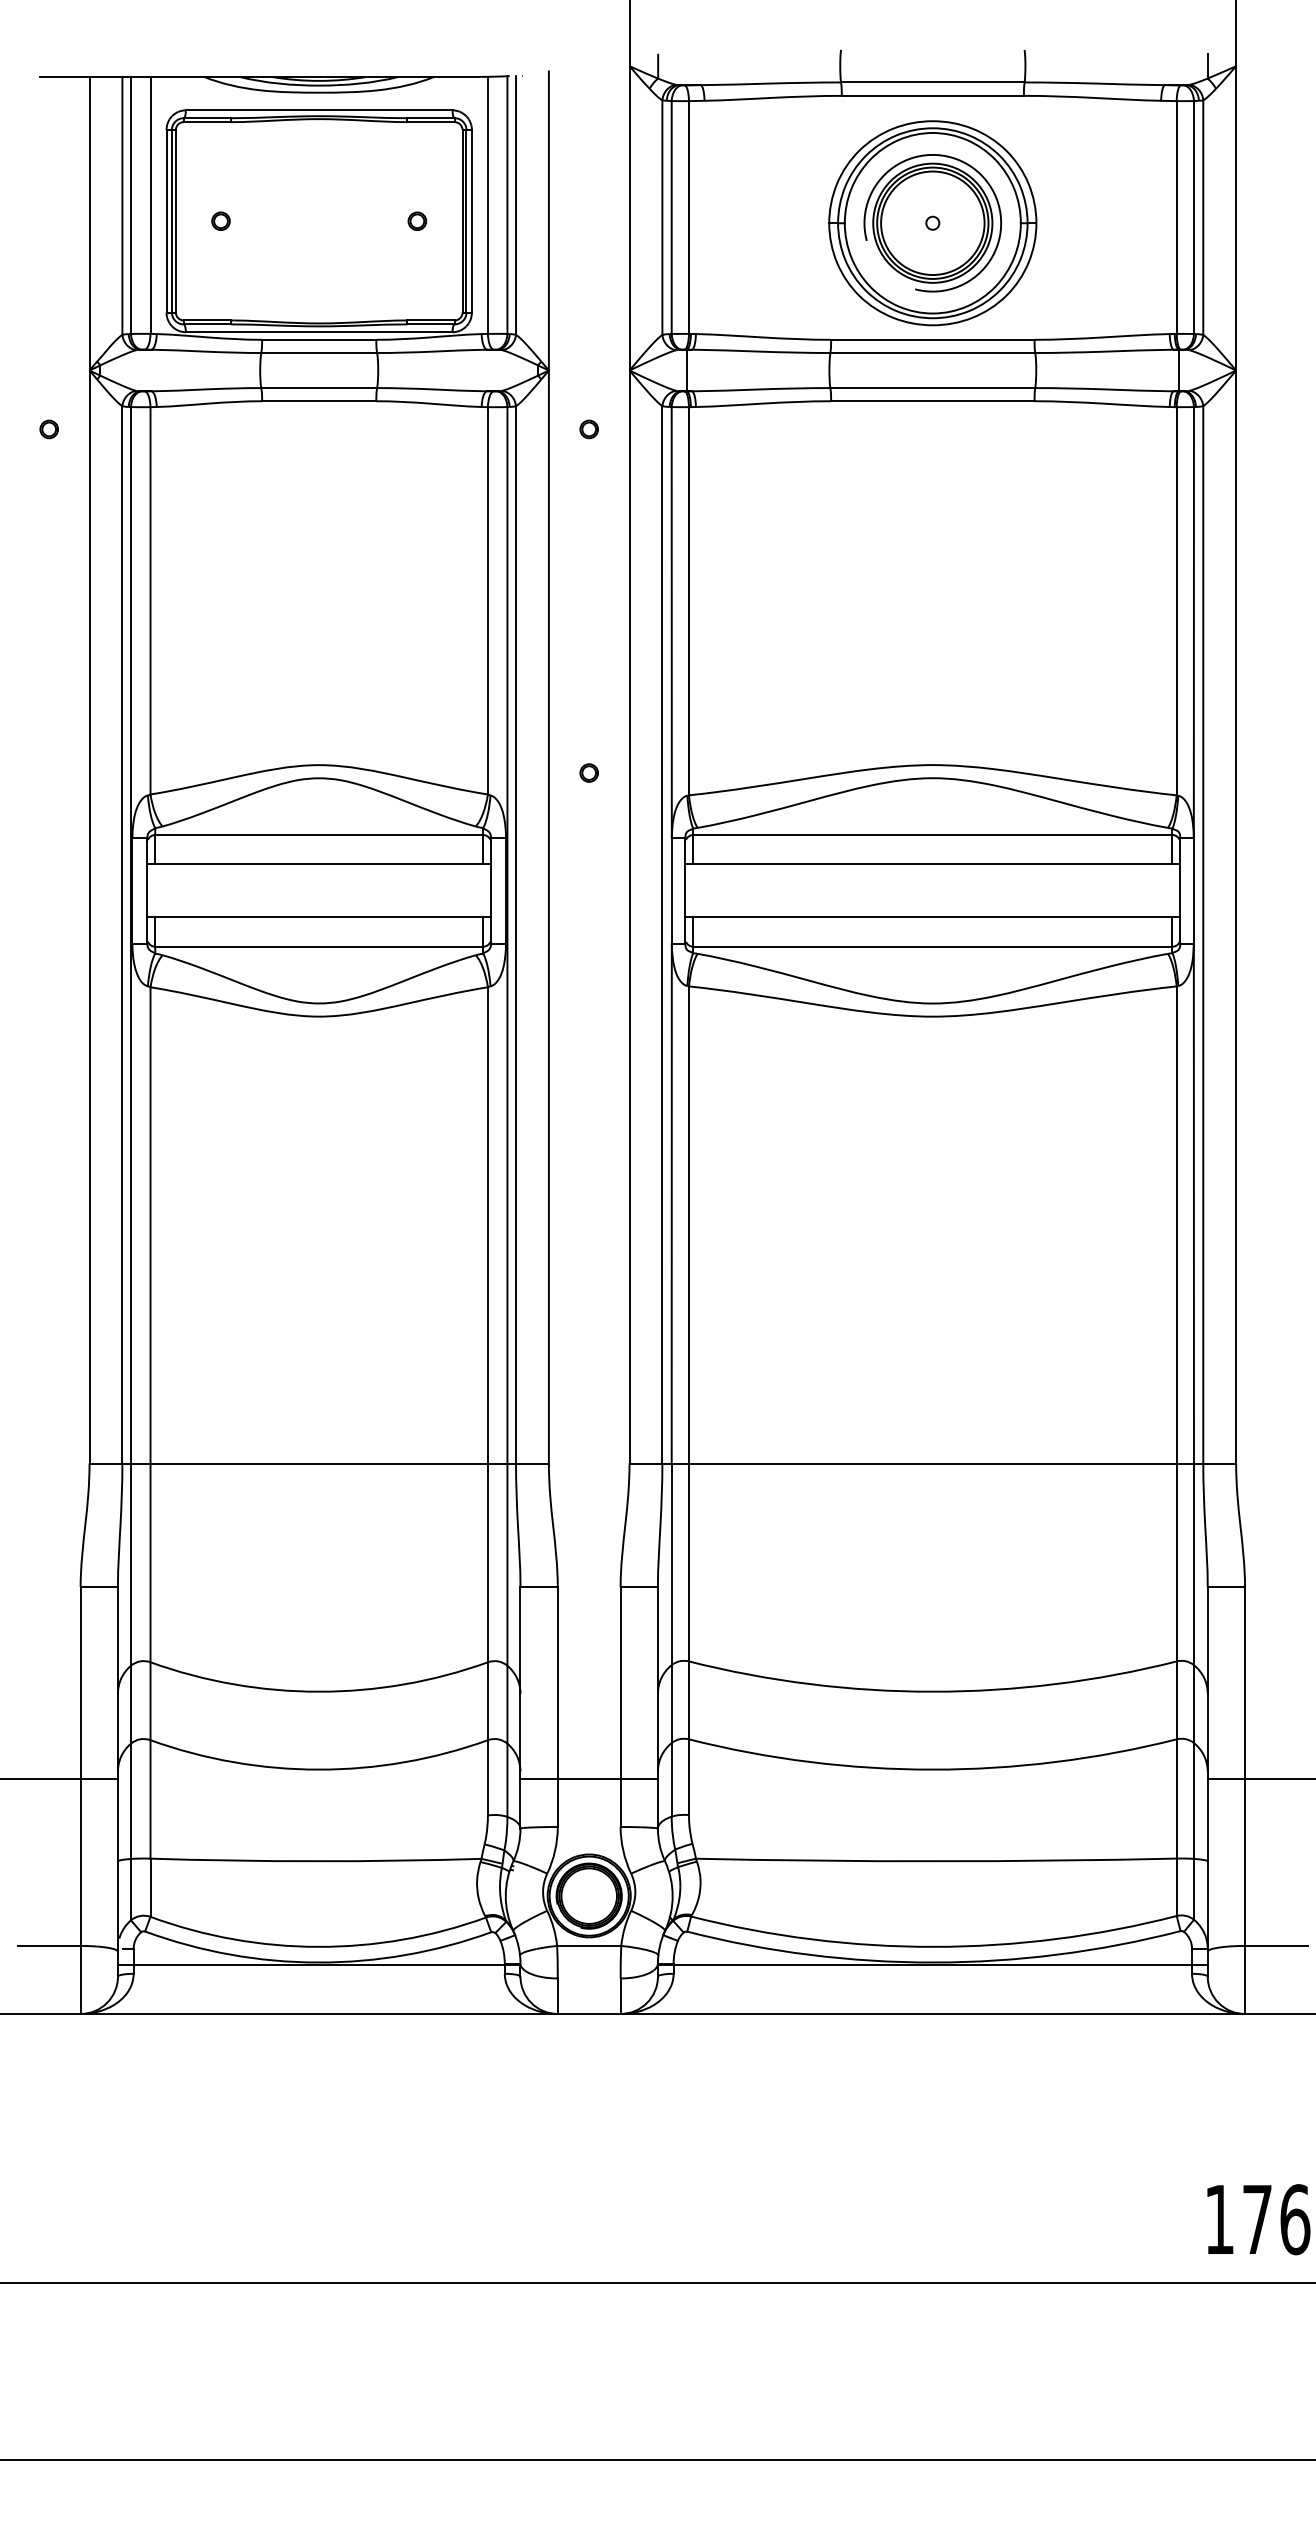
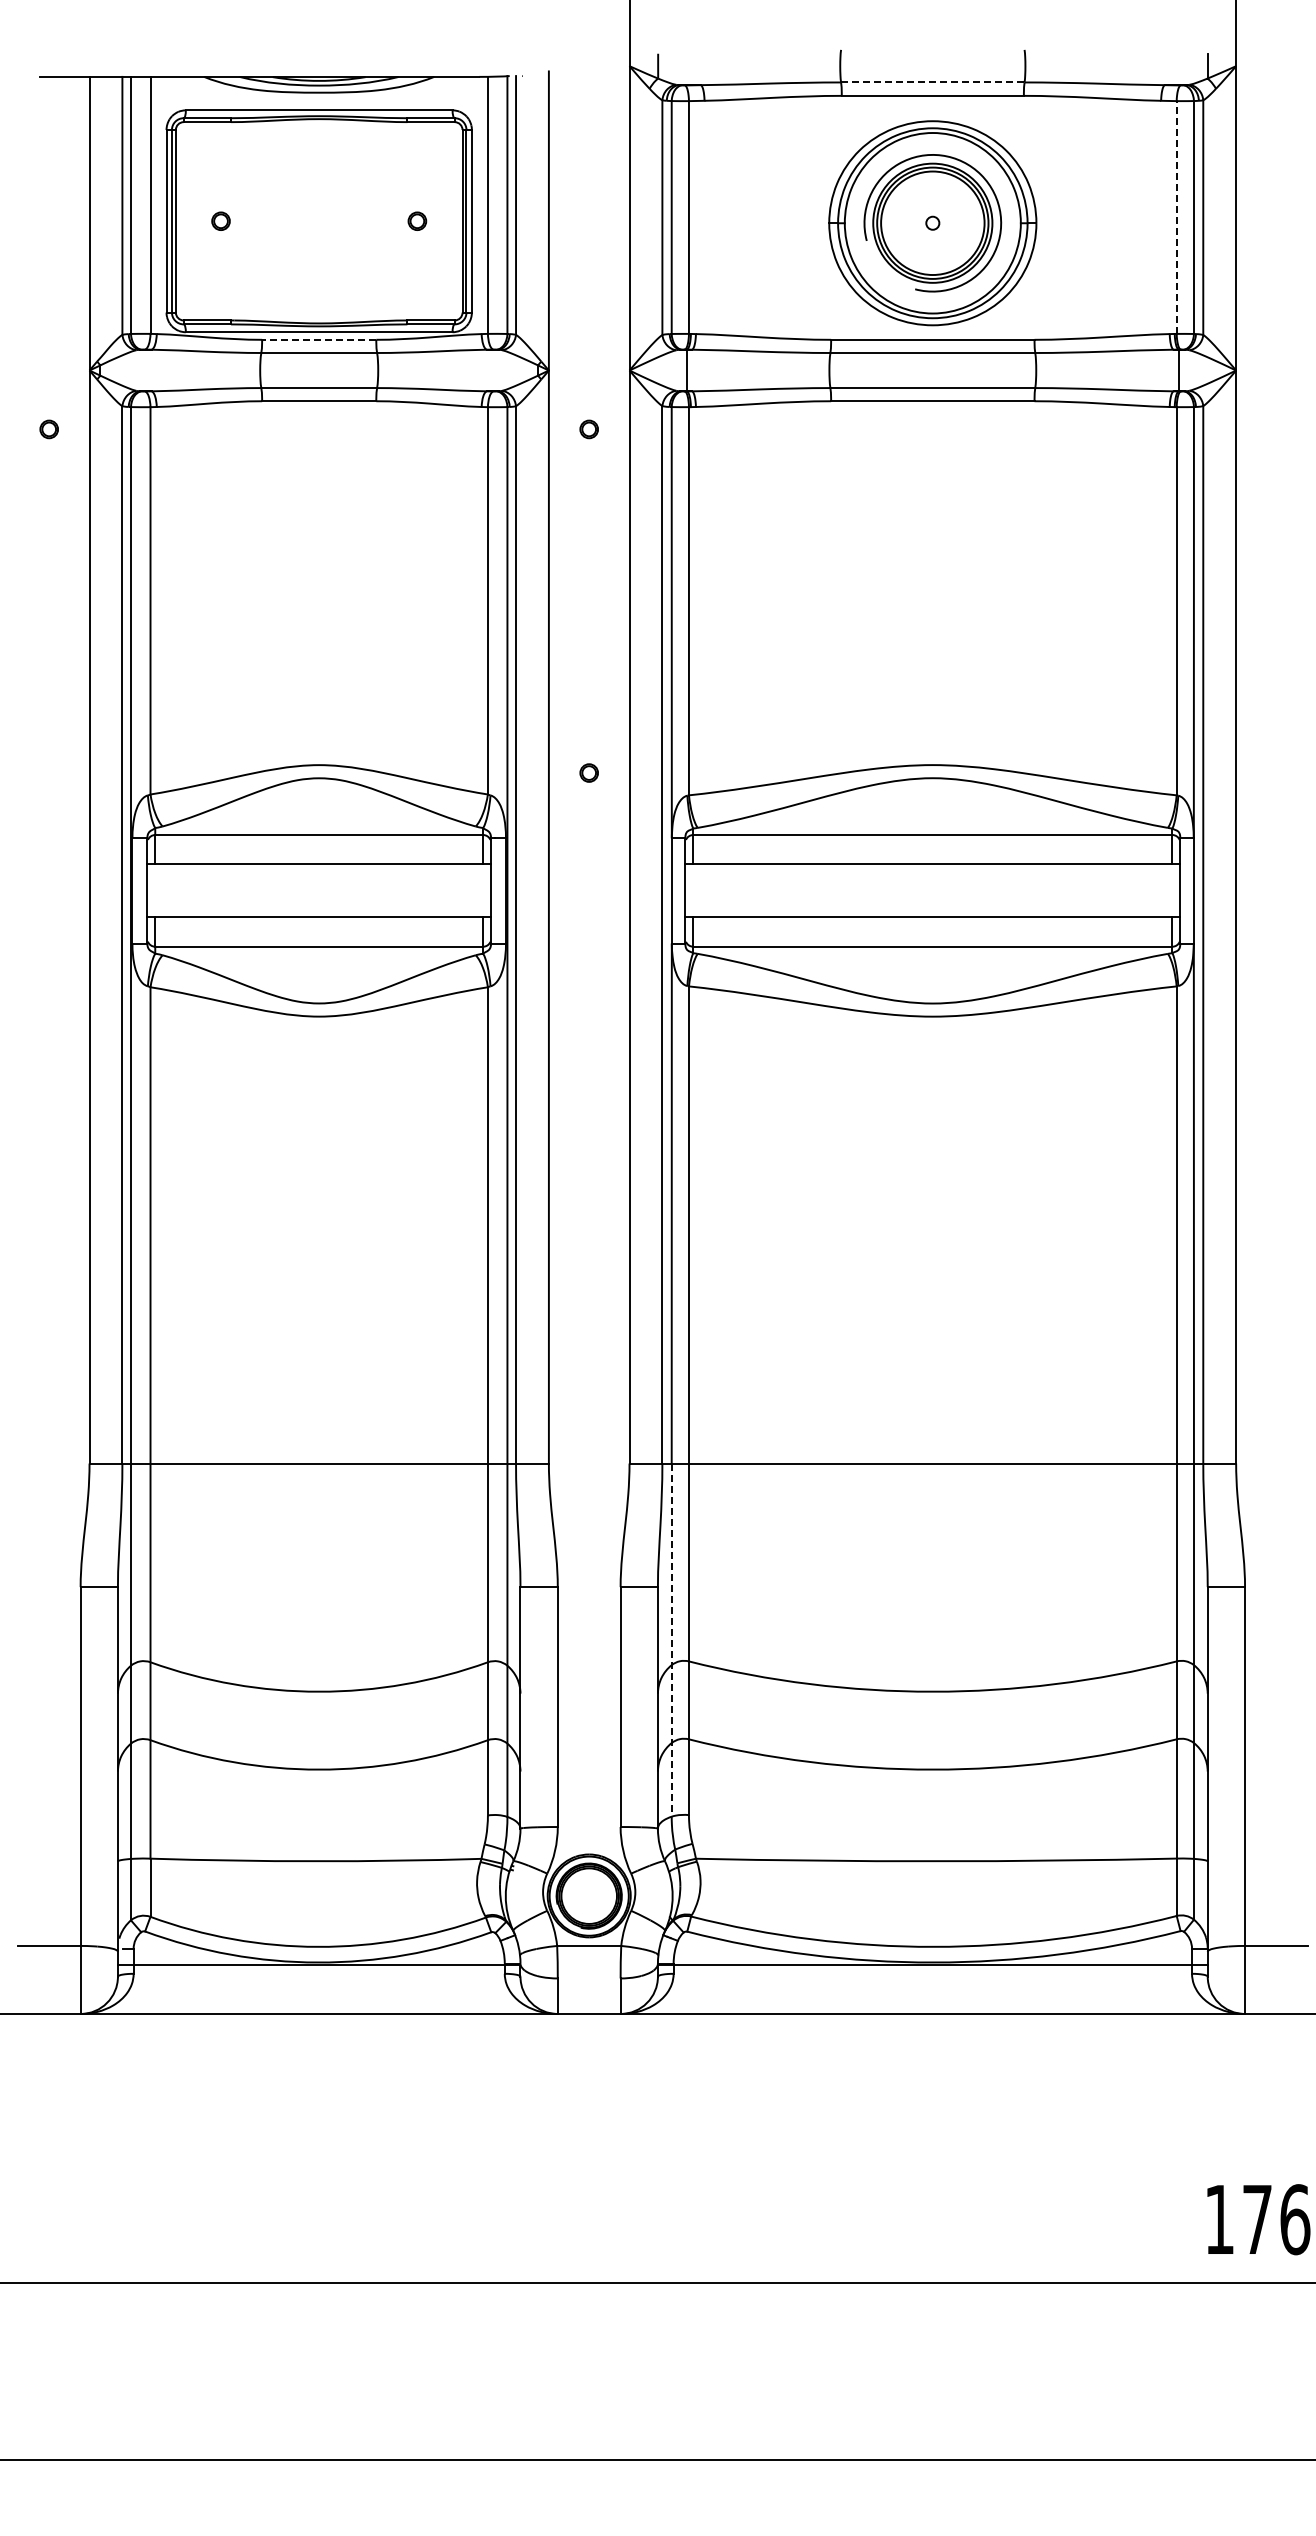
line at (932, 82): solid -> dashed
line at (1176, 217): solid -> dashed
line at (318, 339): solid -> dashed
line at (671, 1640): solid -> dashed
line at (59, 1778): present -> none
line at (588, 1778): present -> none
line at (1259, 1778): present -> none
